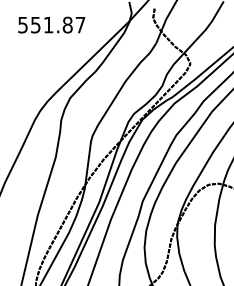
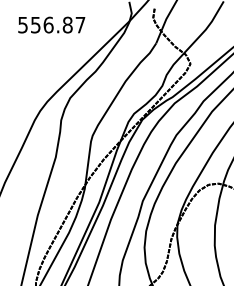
text at (48, 24): 551.87 -> 556.87
